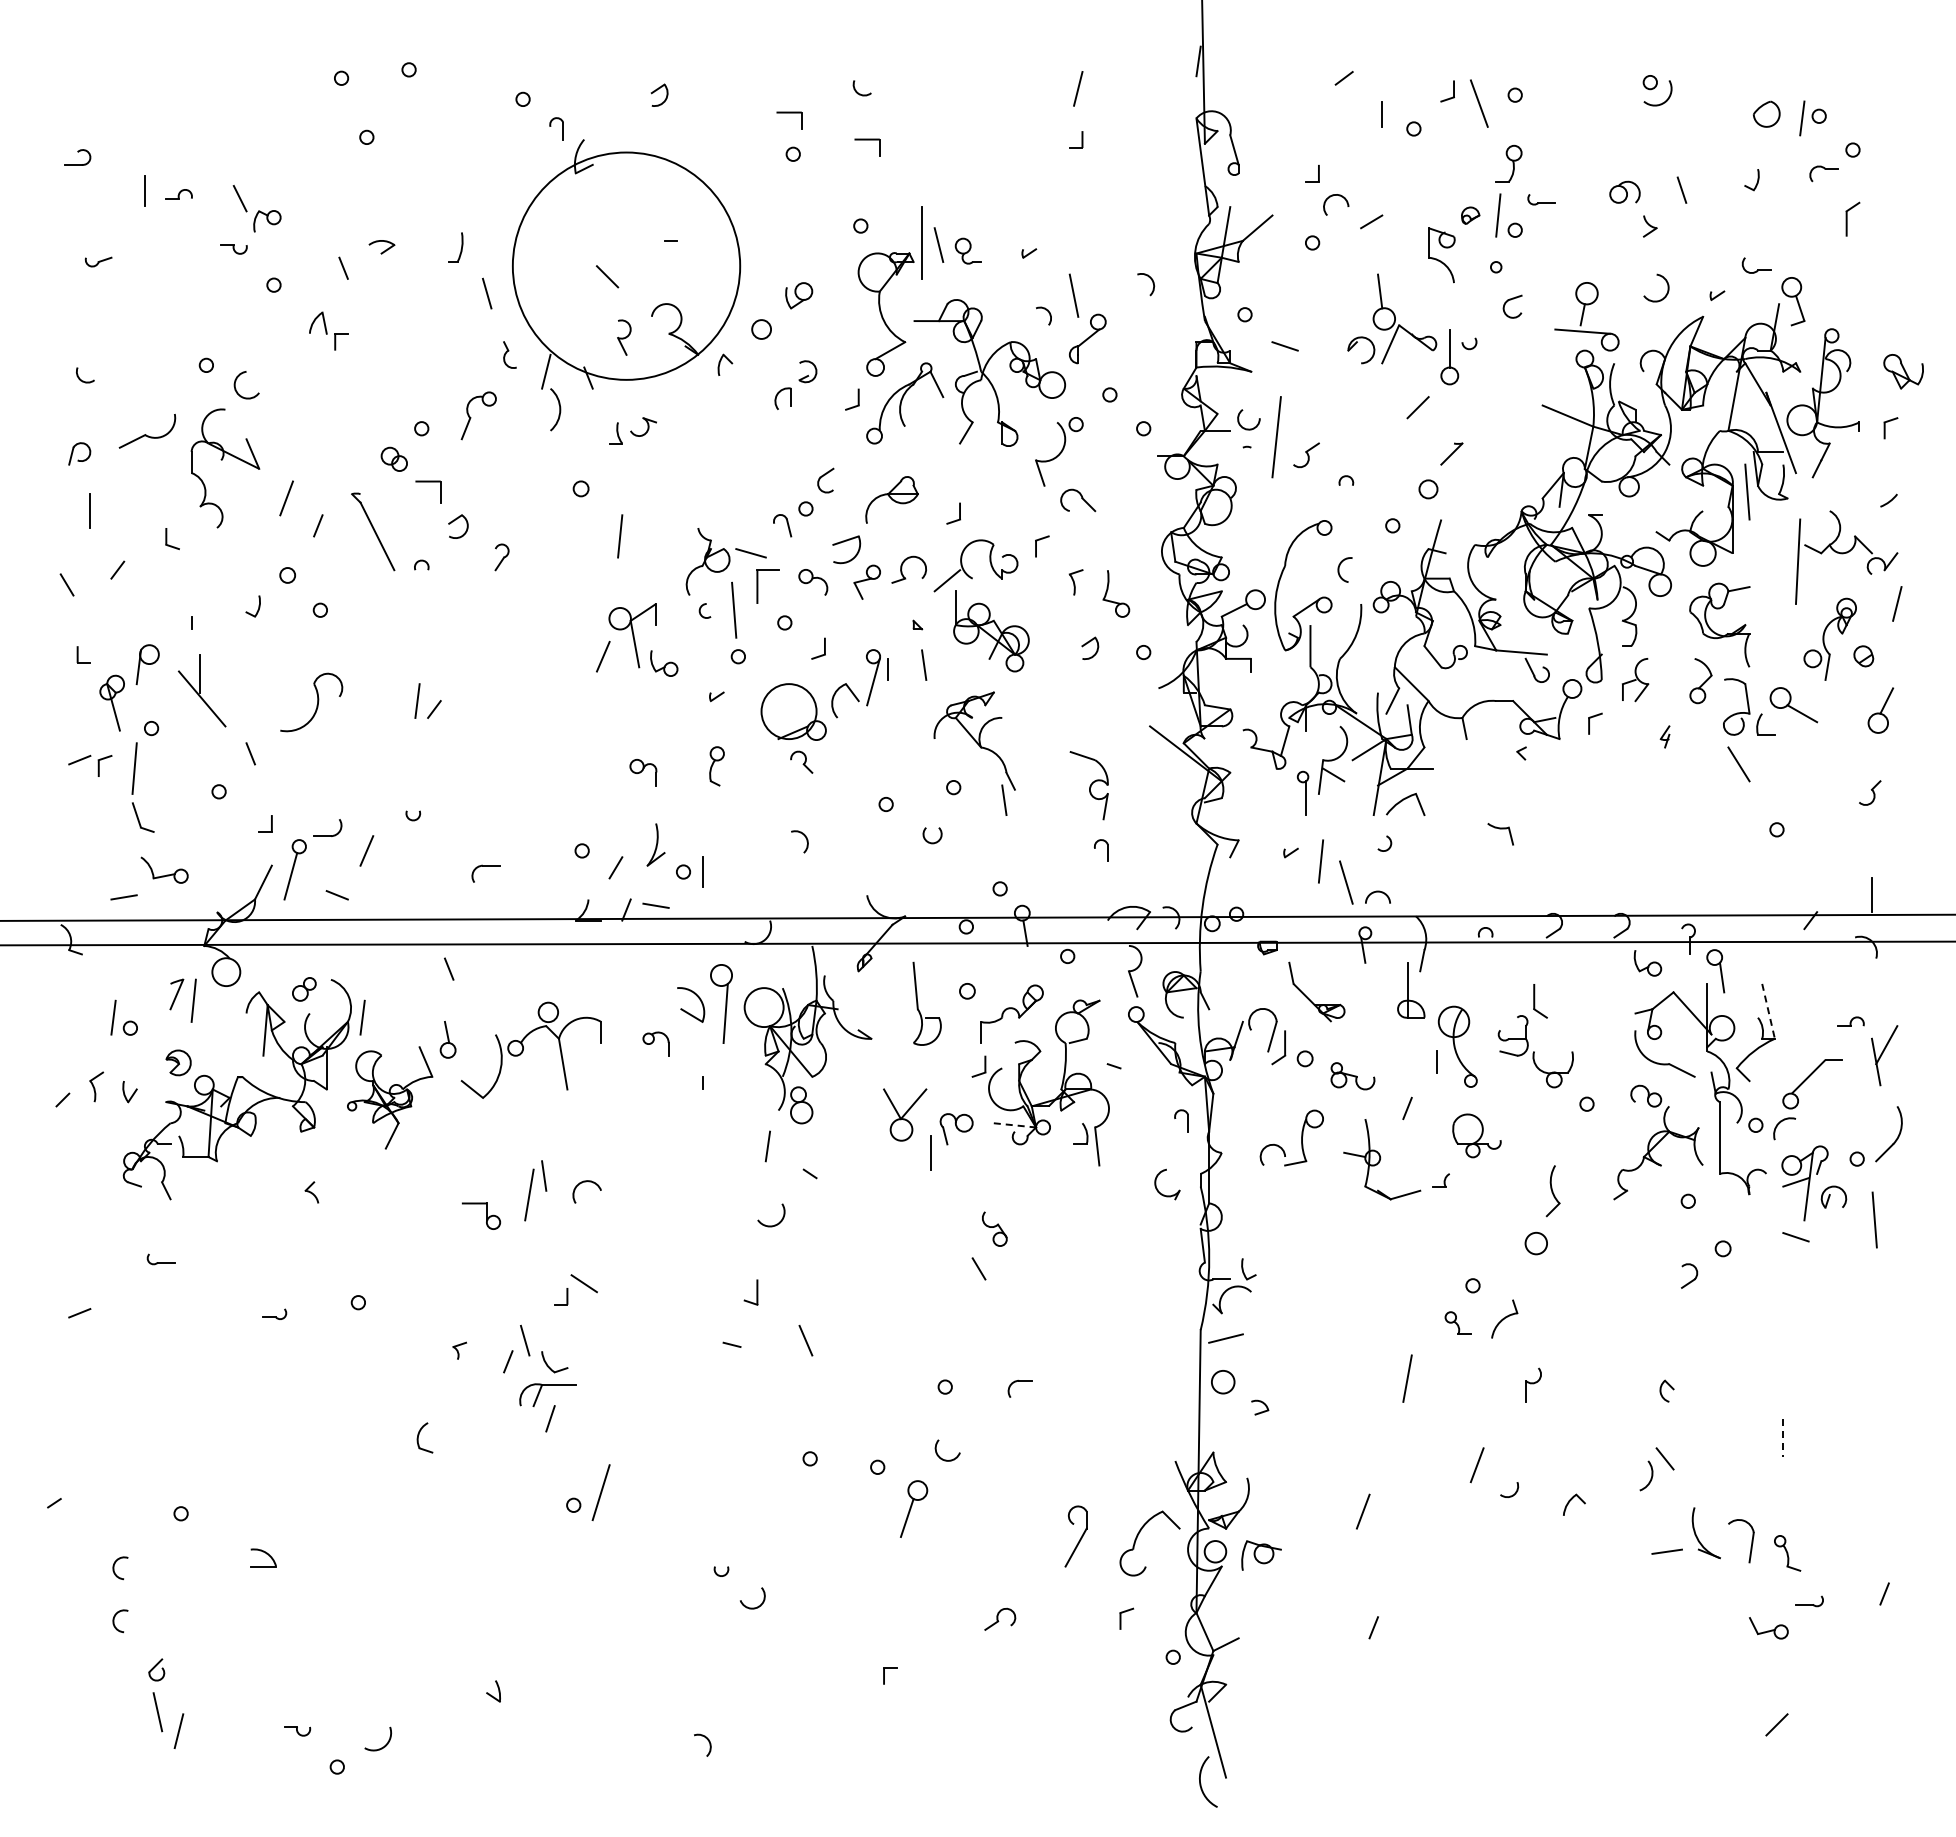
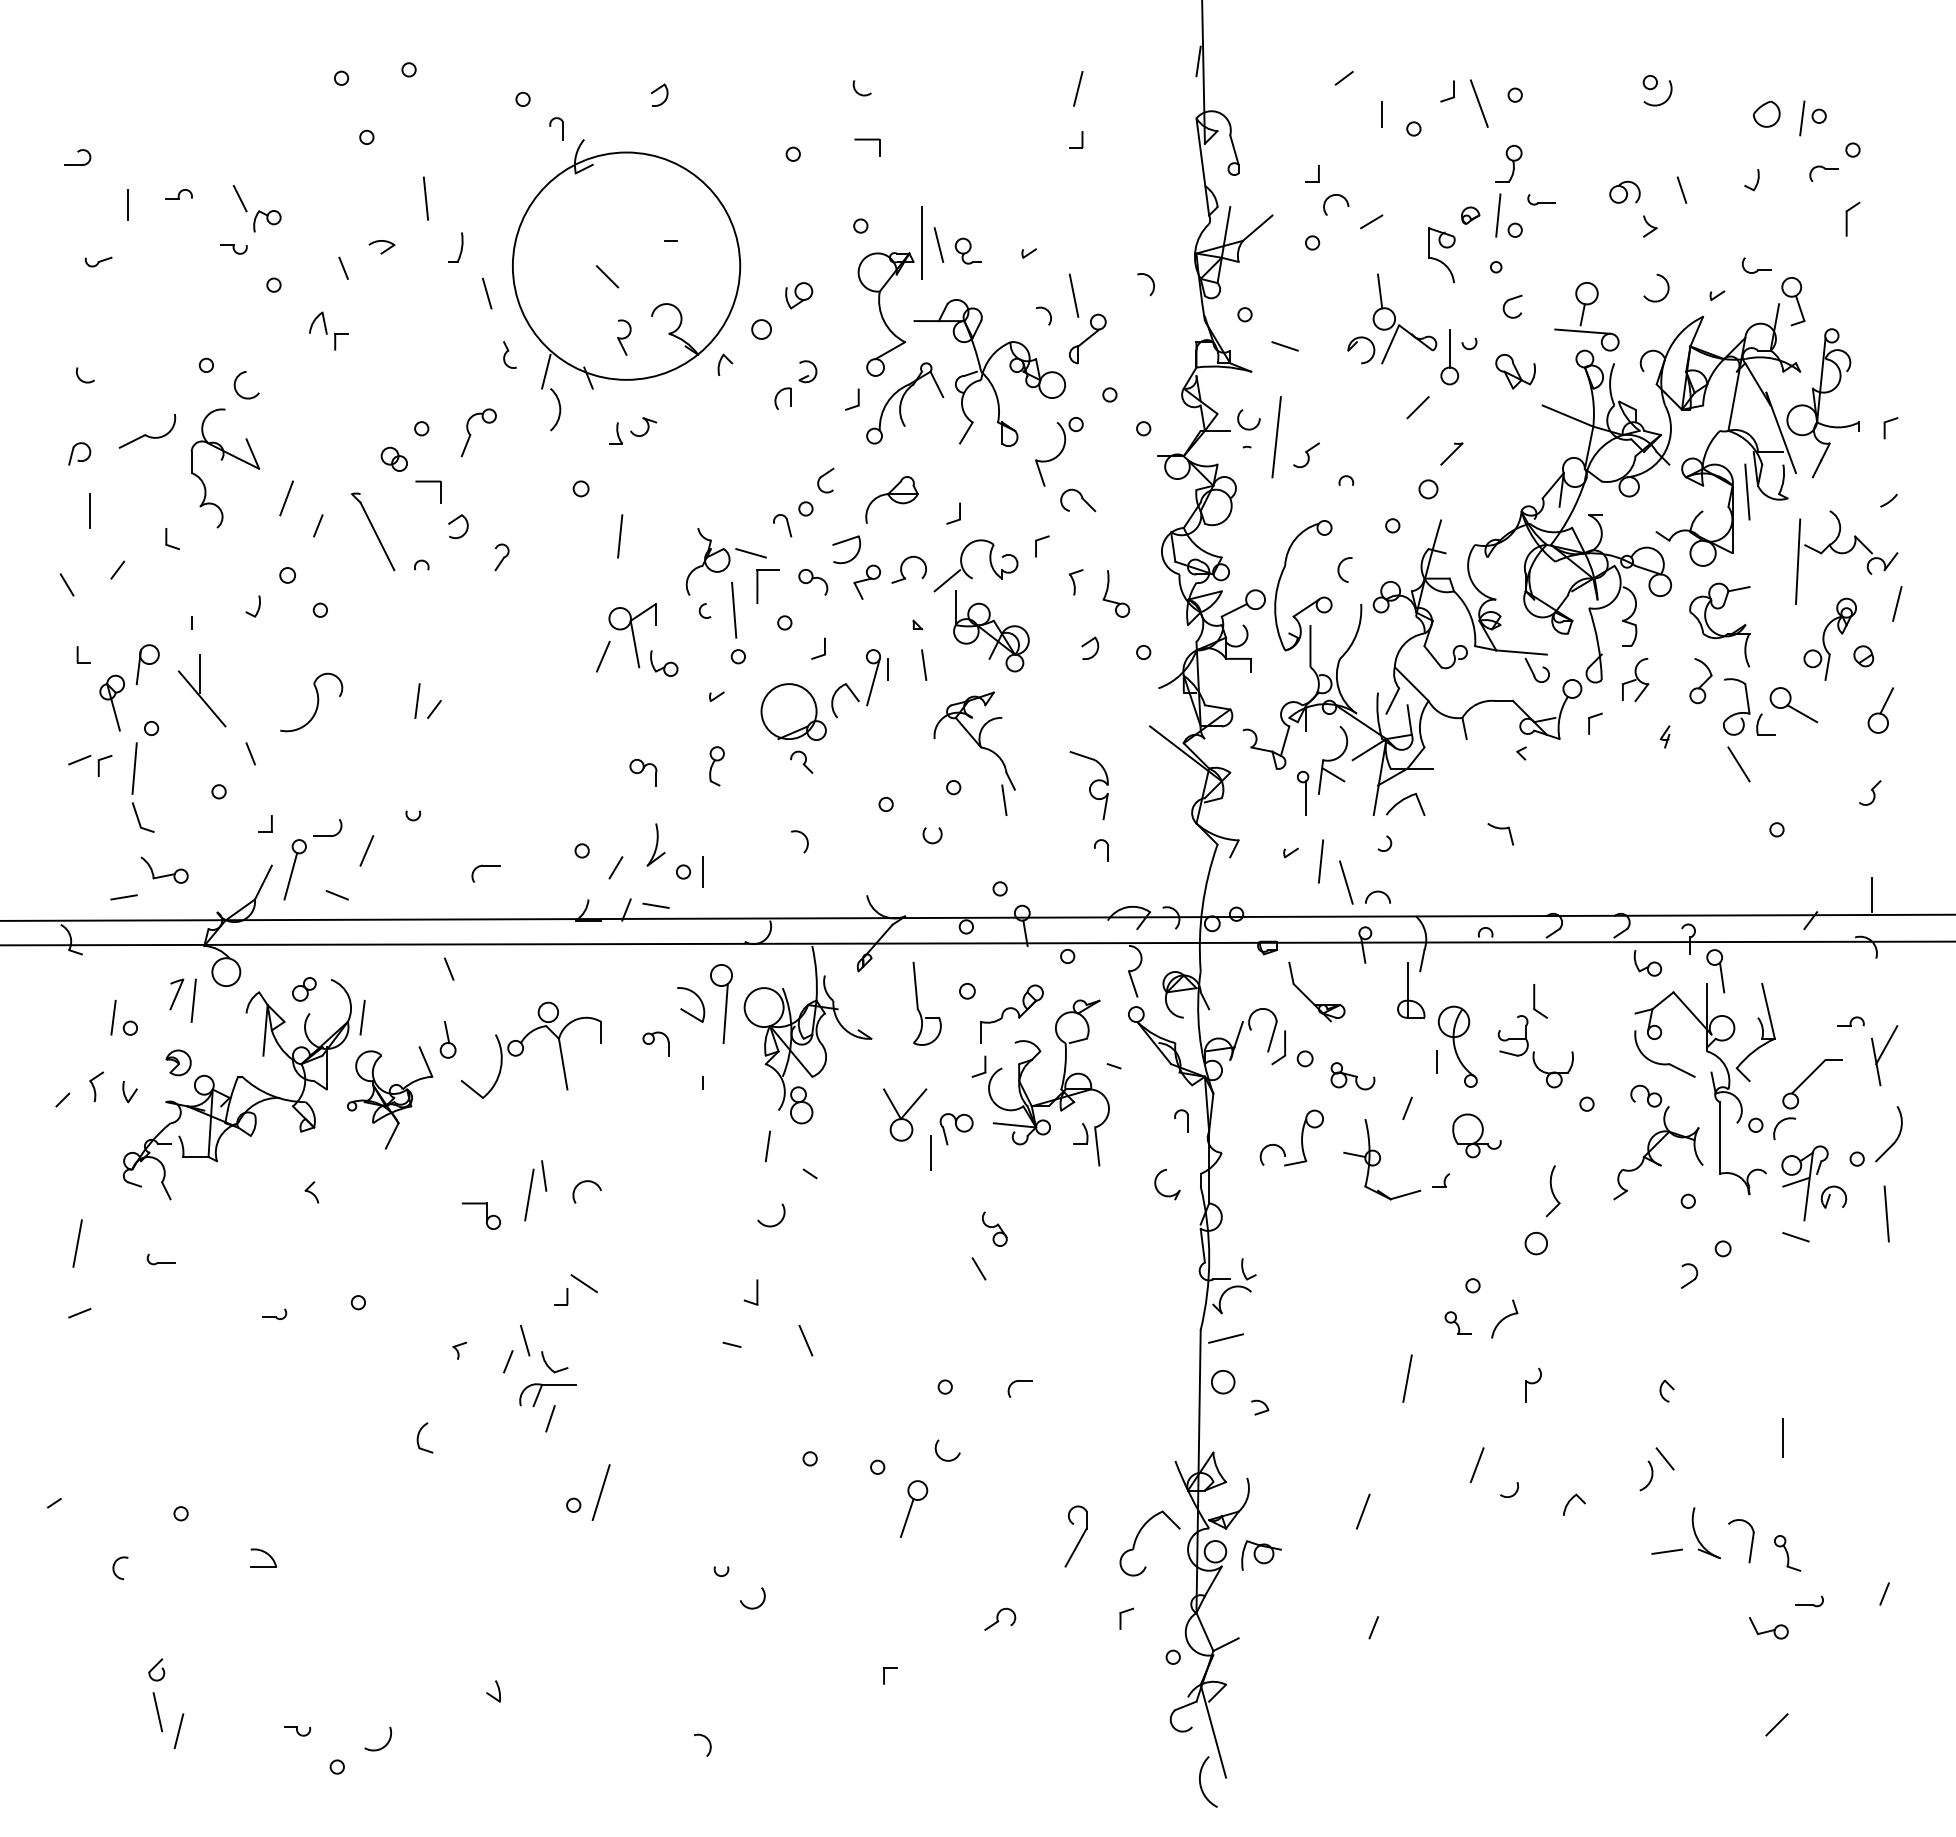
part at (789, 113): present -> none
line at (144, 190) position: (144, 190) -> (127, 204)
line at (425, 198): none -> present
part at (1903, 371) position: (1903, 371) -> (1515, 371)
part at (471, 417) position: (471, 417) -> (471, 434)
line at (1768, 1011): dashed -> solid
line at (1015, 1125): dashed -> solid
line at (1874, 1219) position: (1874, 1219) -> (1886, 1213)
line at (77, 1243): none -> present
line at (1783, 1437): dashed -> solid
arc at (114, 1621): present -> none
